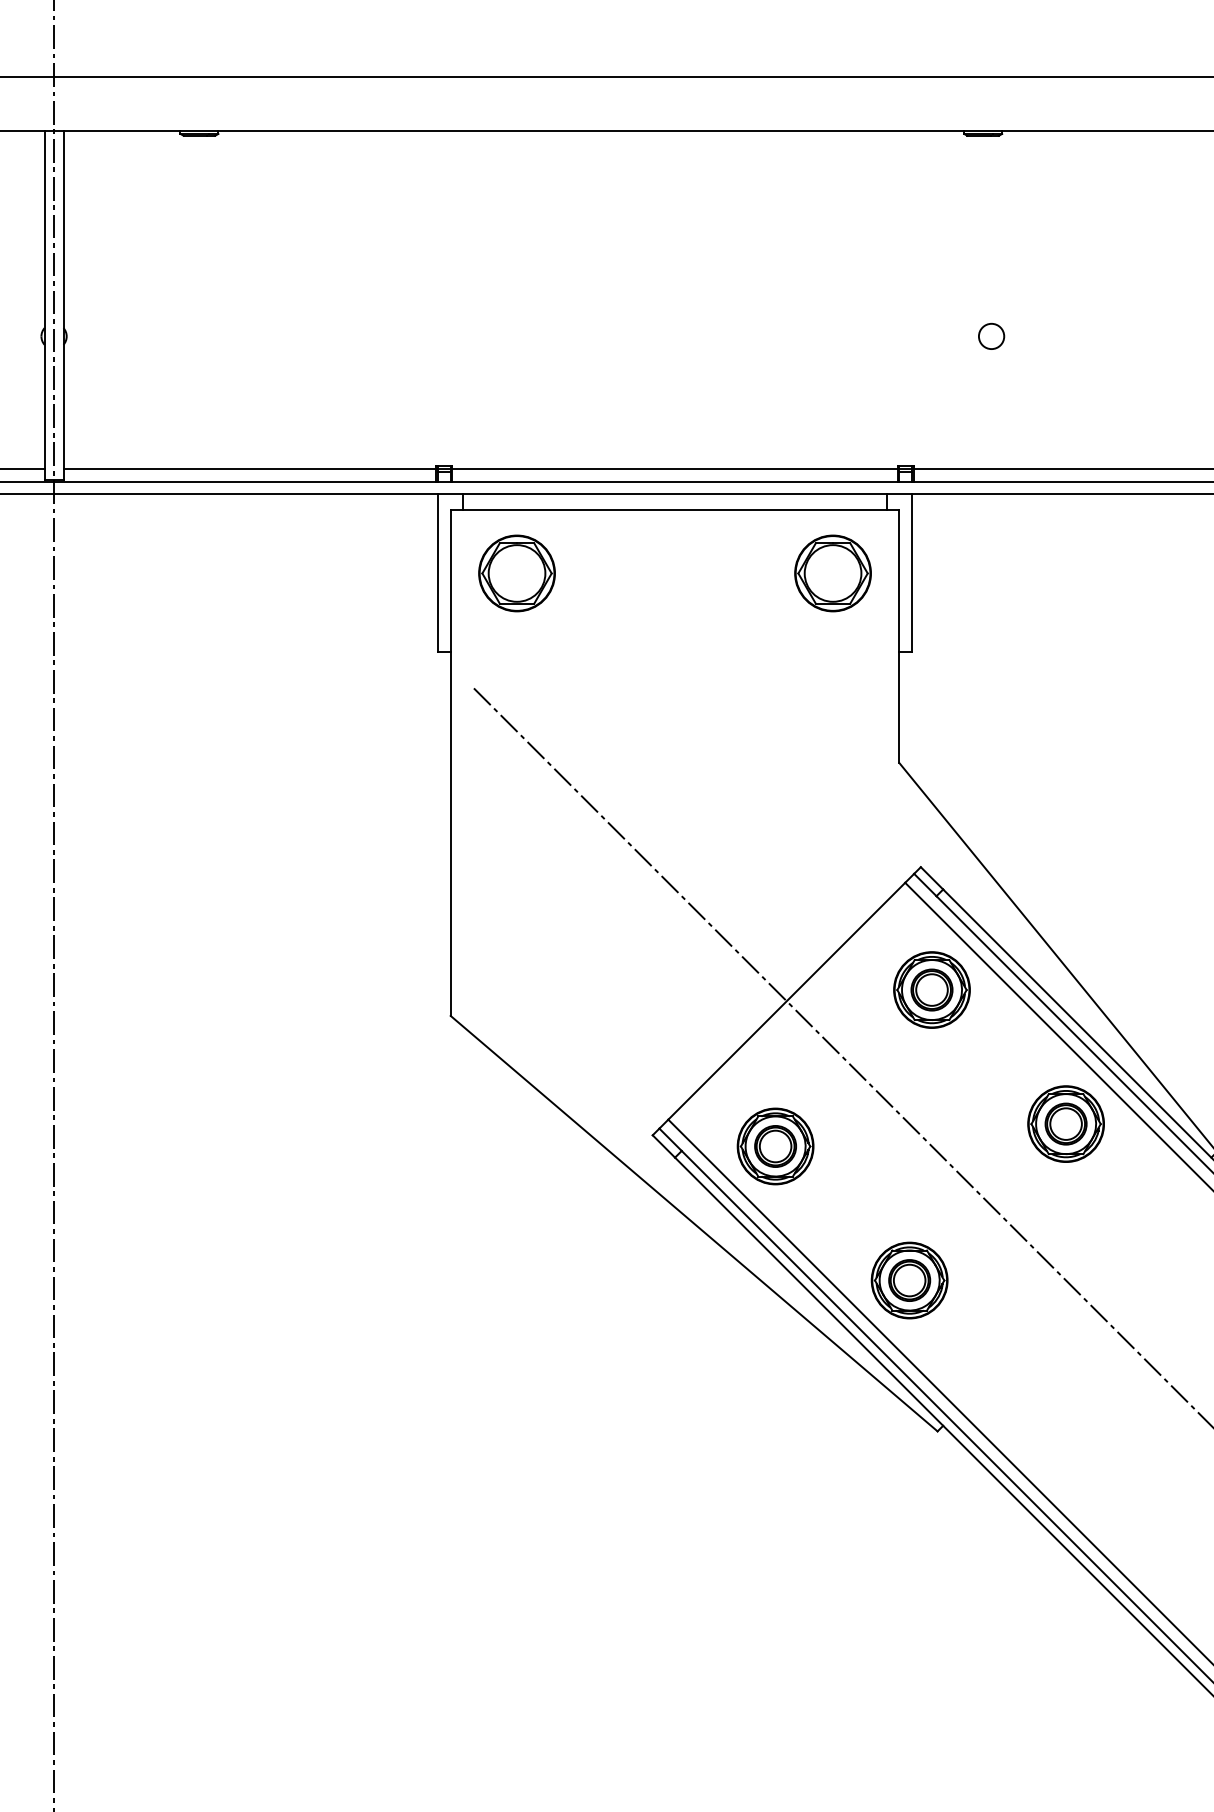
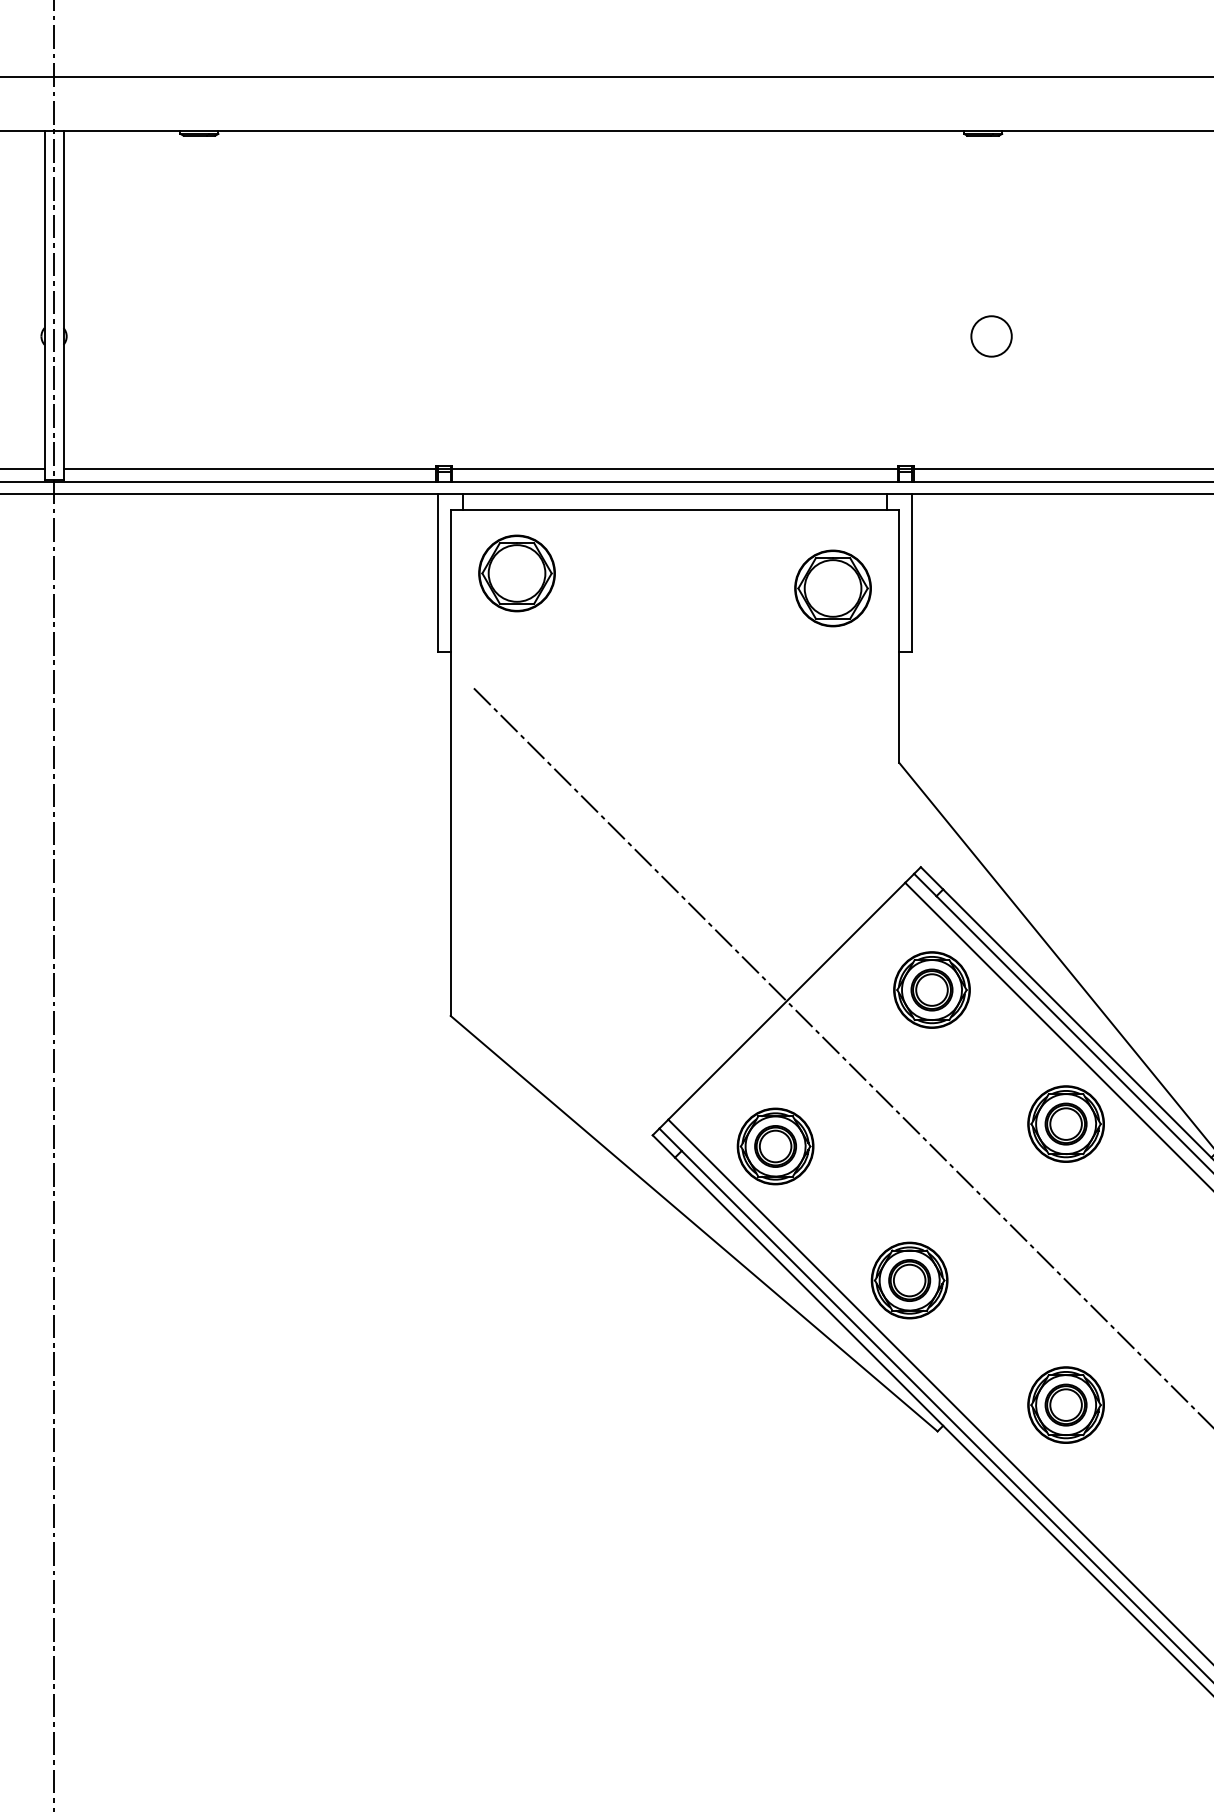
circle at (991, 336) diameter: 25 px -> 40 px
part at (832, 573) position: (832, 573) -> (832, 588)
part at (1065, 1404): none -> present
